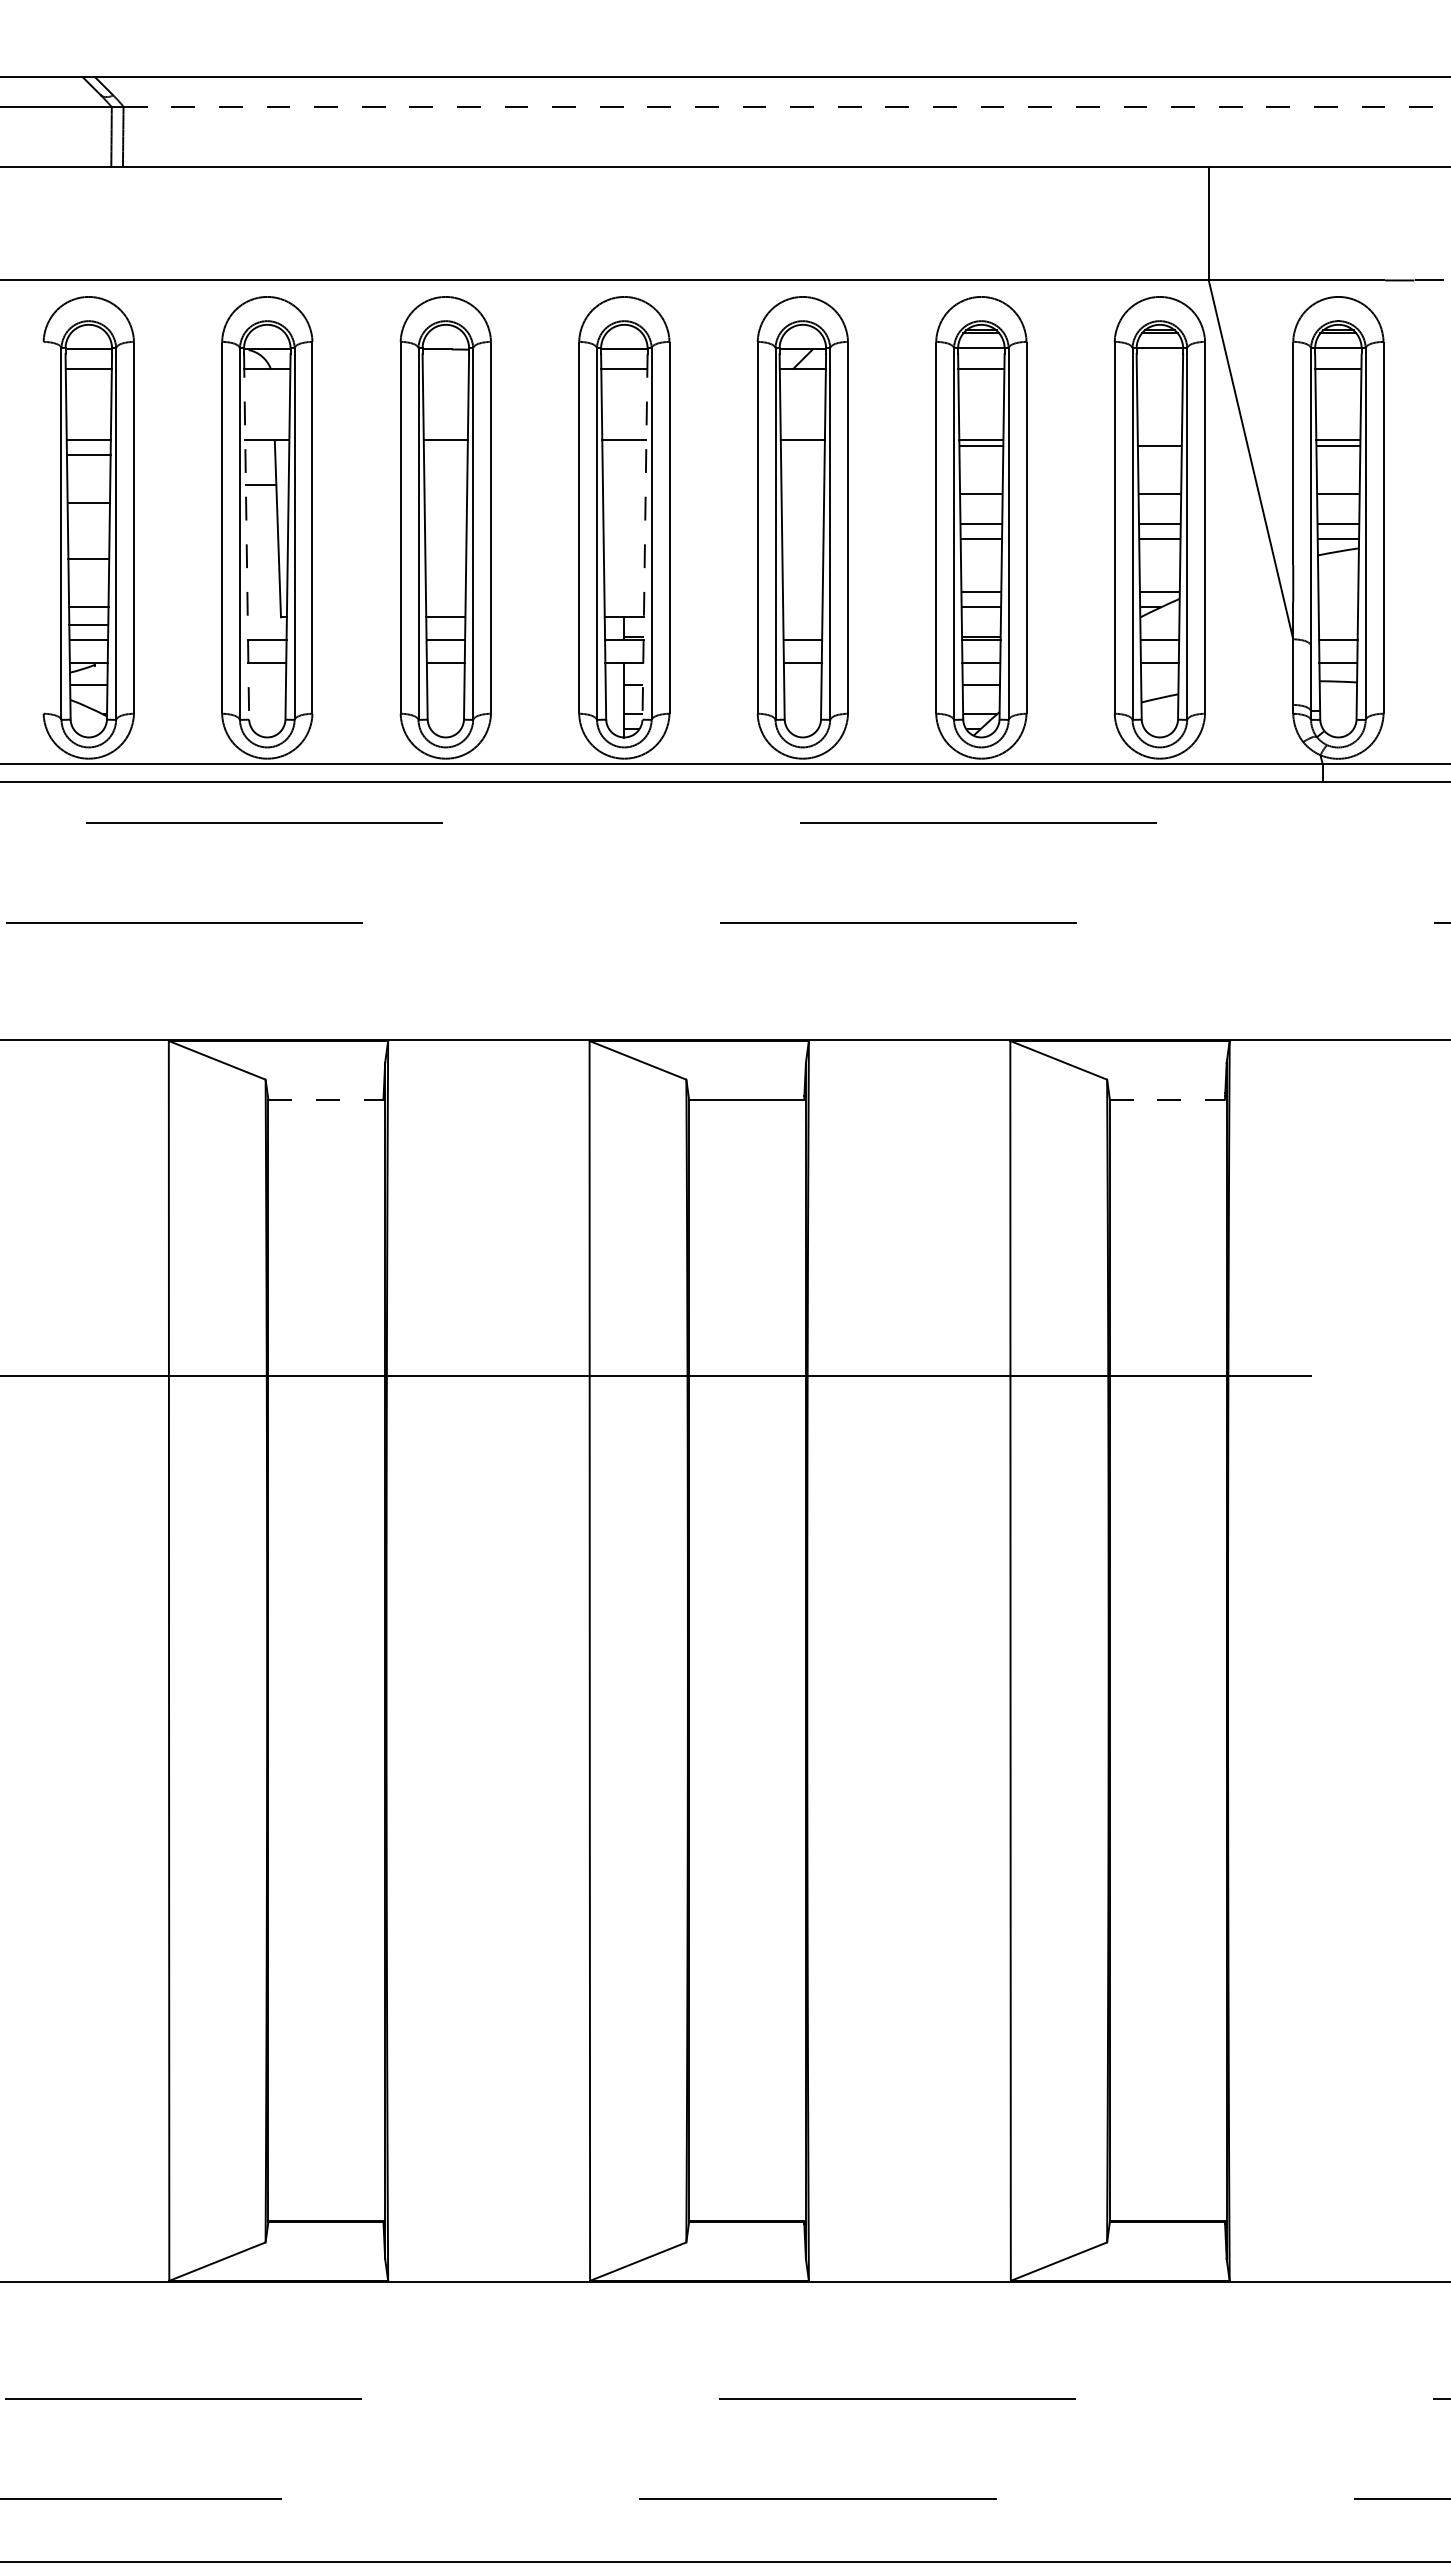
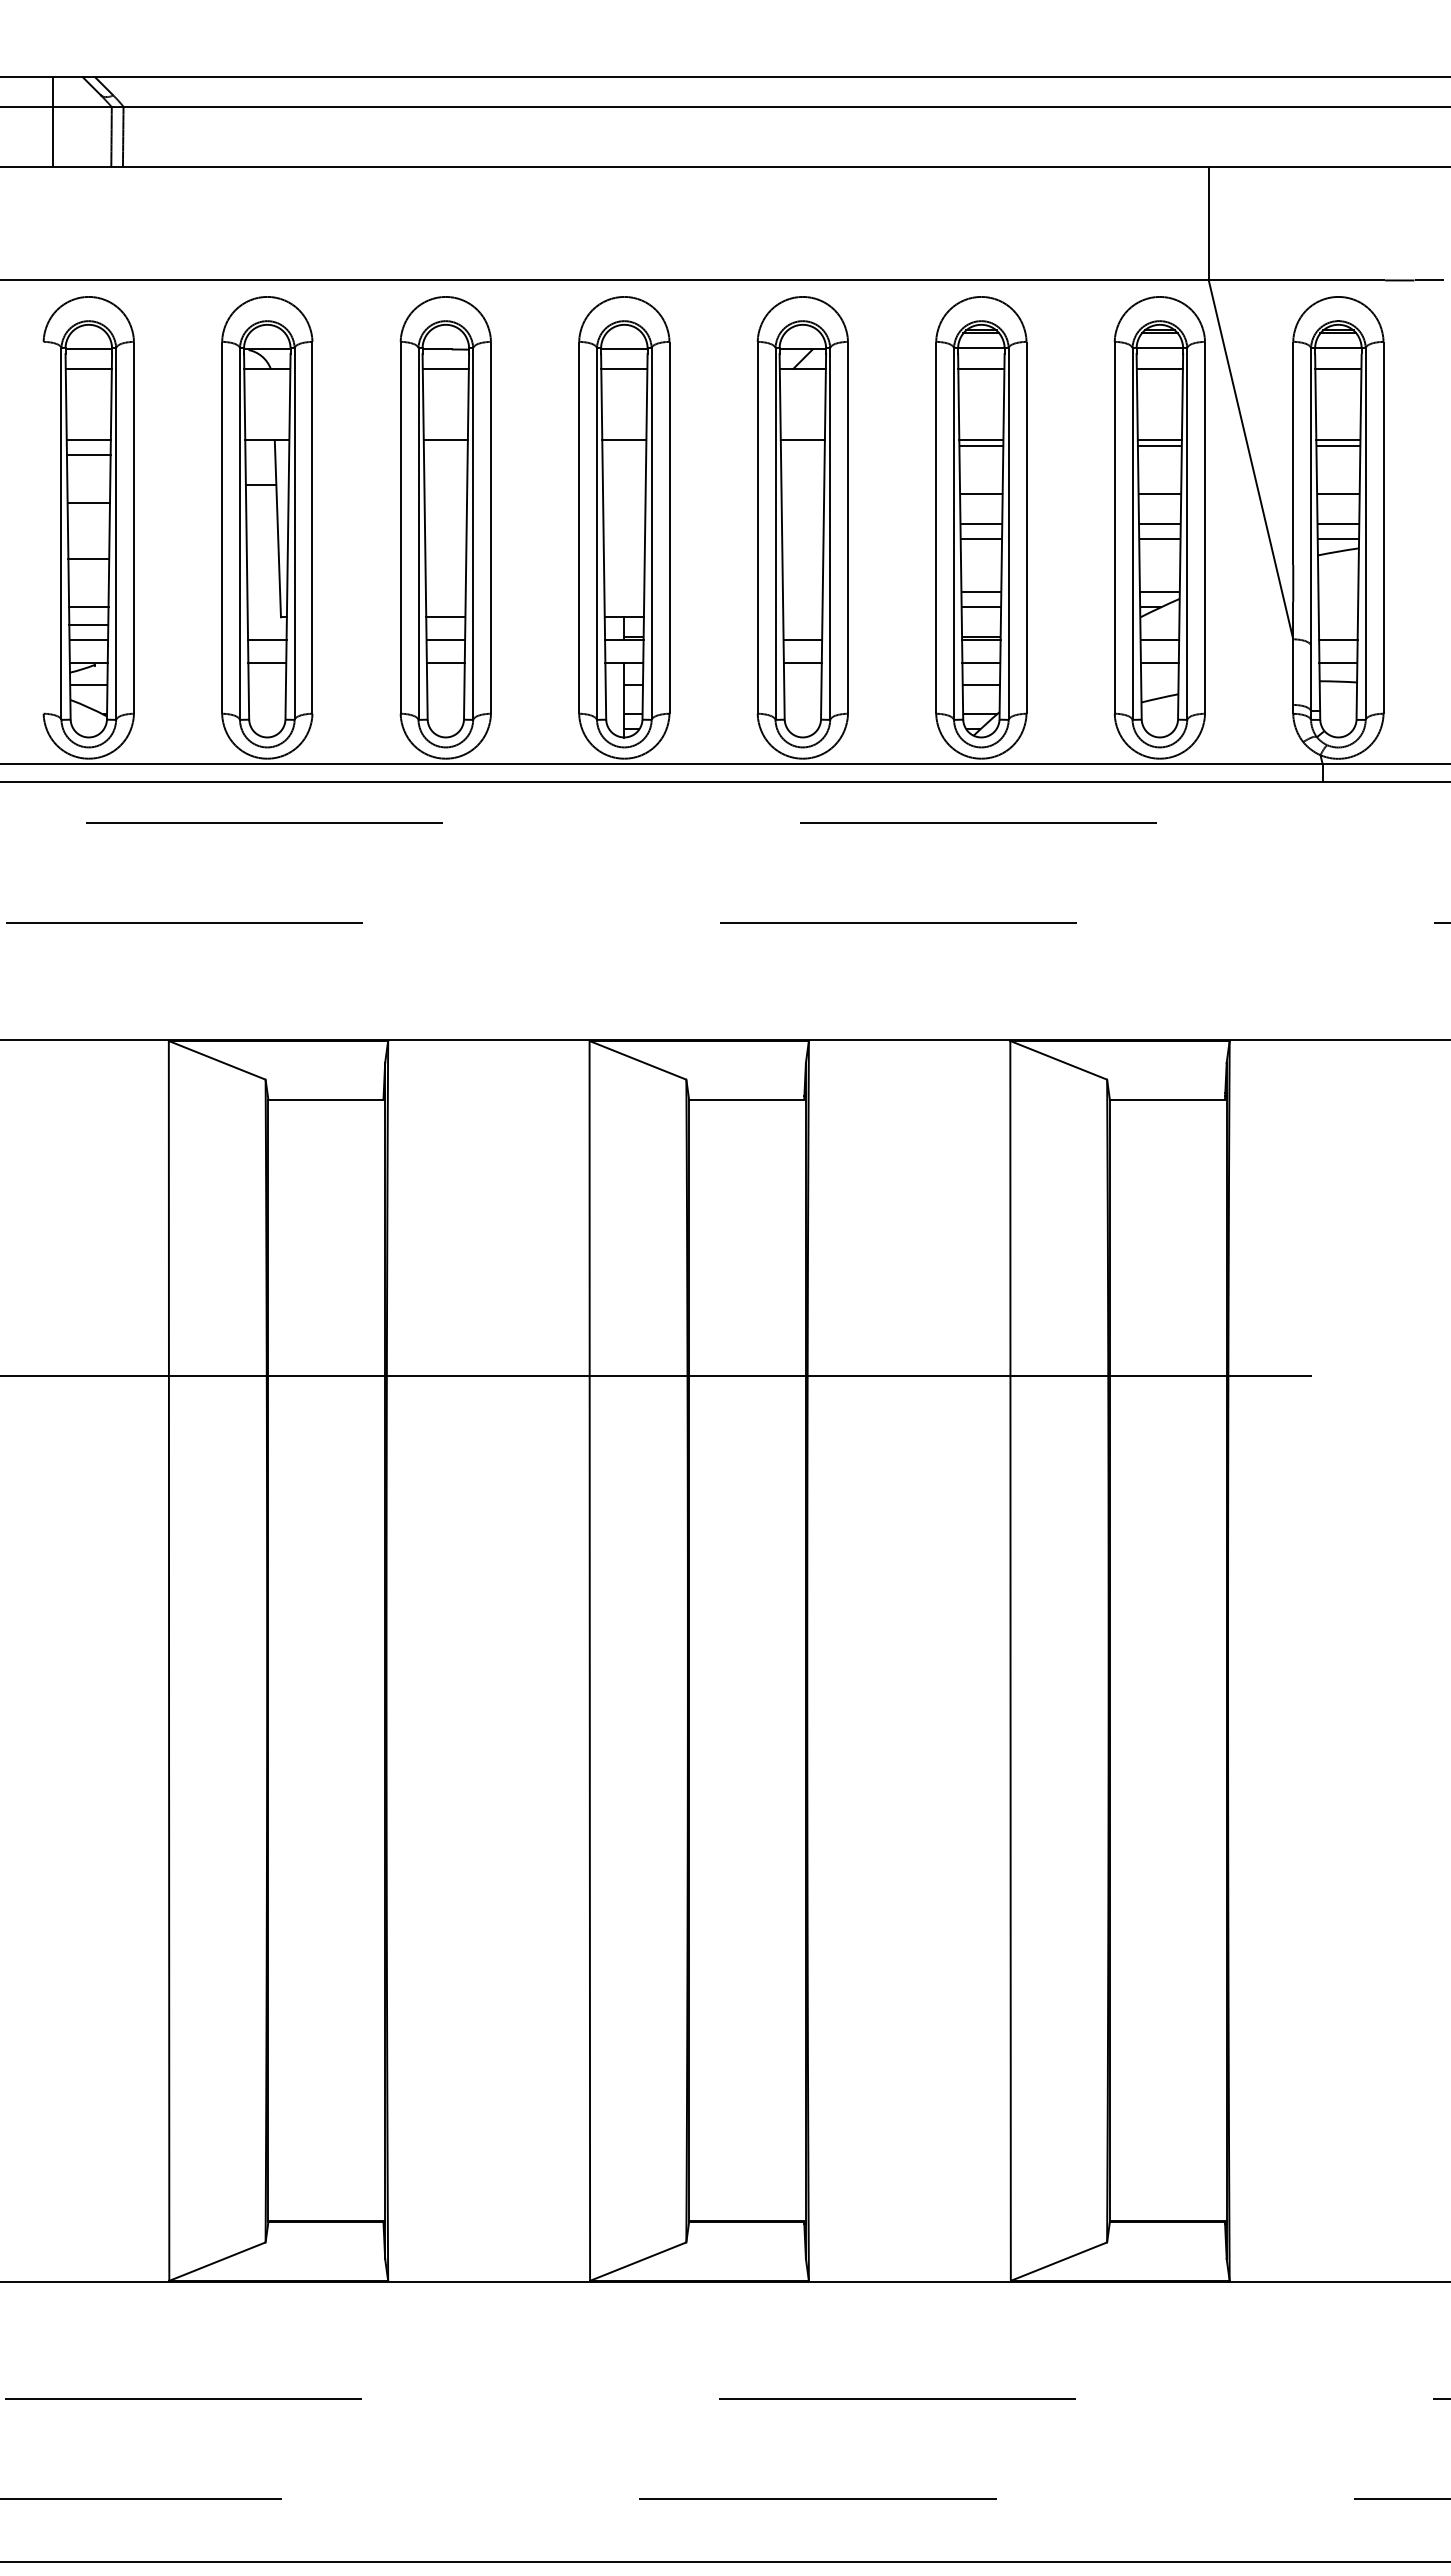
line at (787, 106): dashed -> solid
line at (53, 121): none -> present
line at (445, 368): none -> present
line at (1159, 368): none -> present
line at (1159, 440): none -> present
line at (246, 536): dashed -> solid
line at (645, 536): dashed -> solid
line at (325, 1099): dashed -> solid
line at (1167, 1099): dashed -> solid
